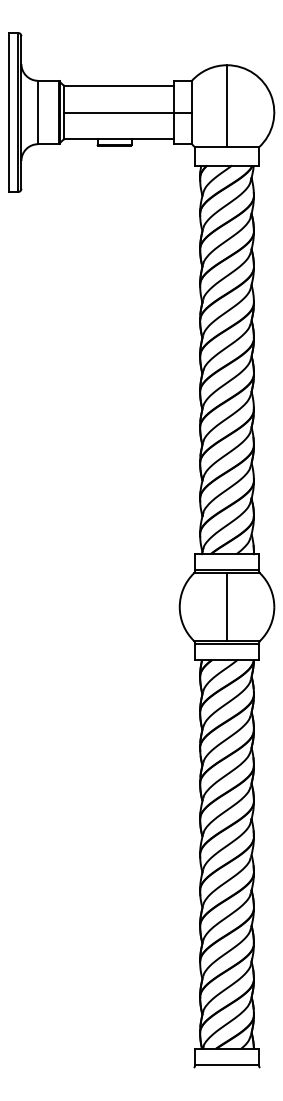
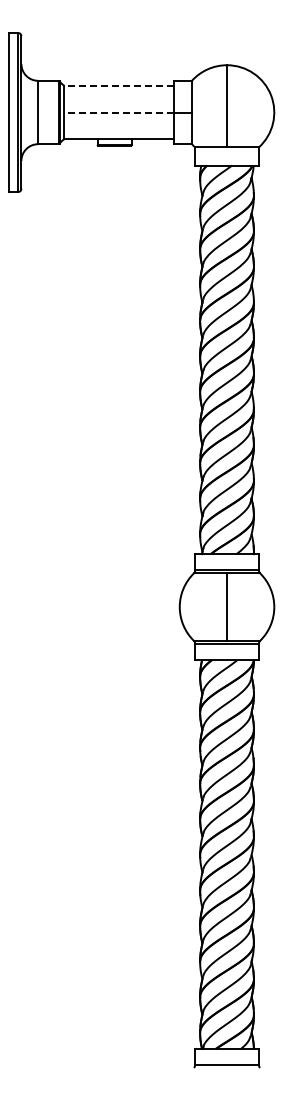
line at (119, 85): solid -> dashed
line at (119, 112): solid -> dashed
